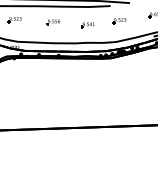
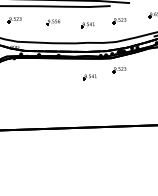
part at (119, 70): none -> present
part at (89, 77): none -> present
